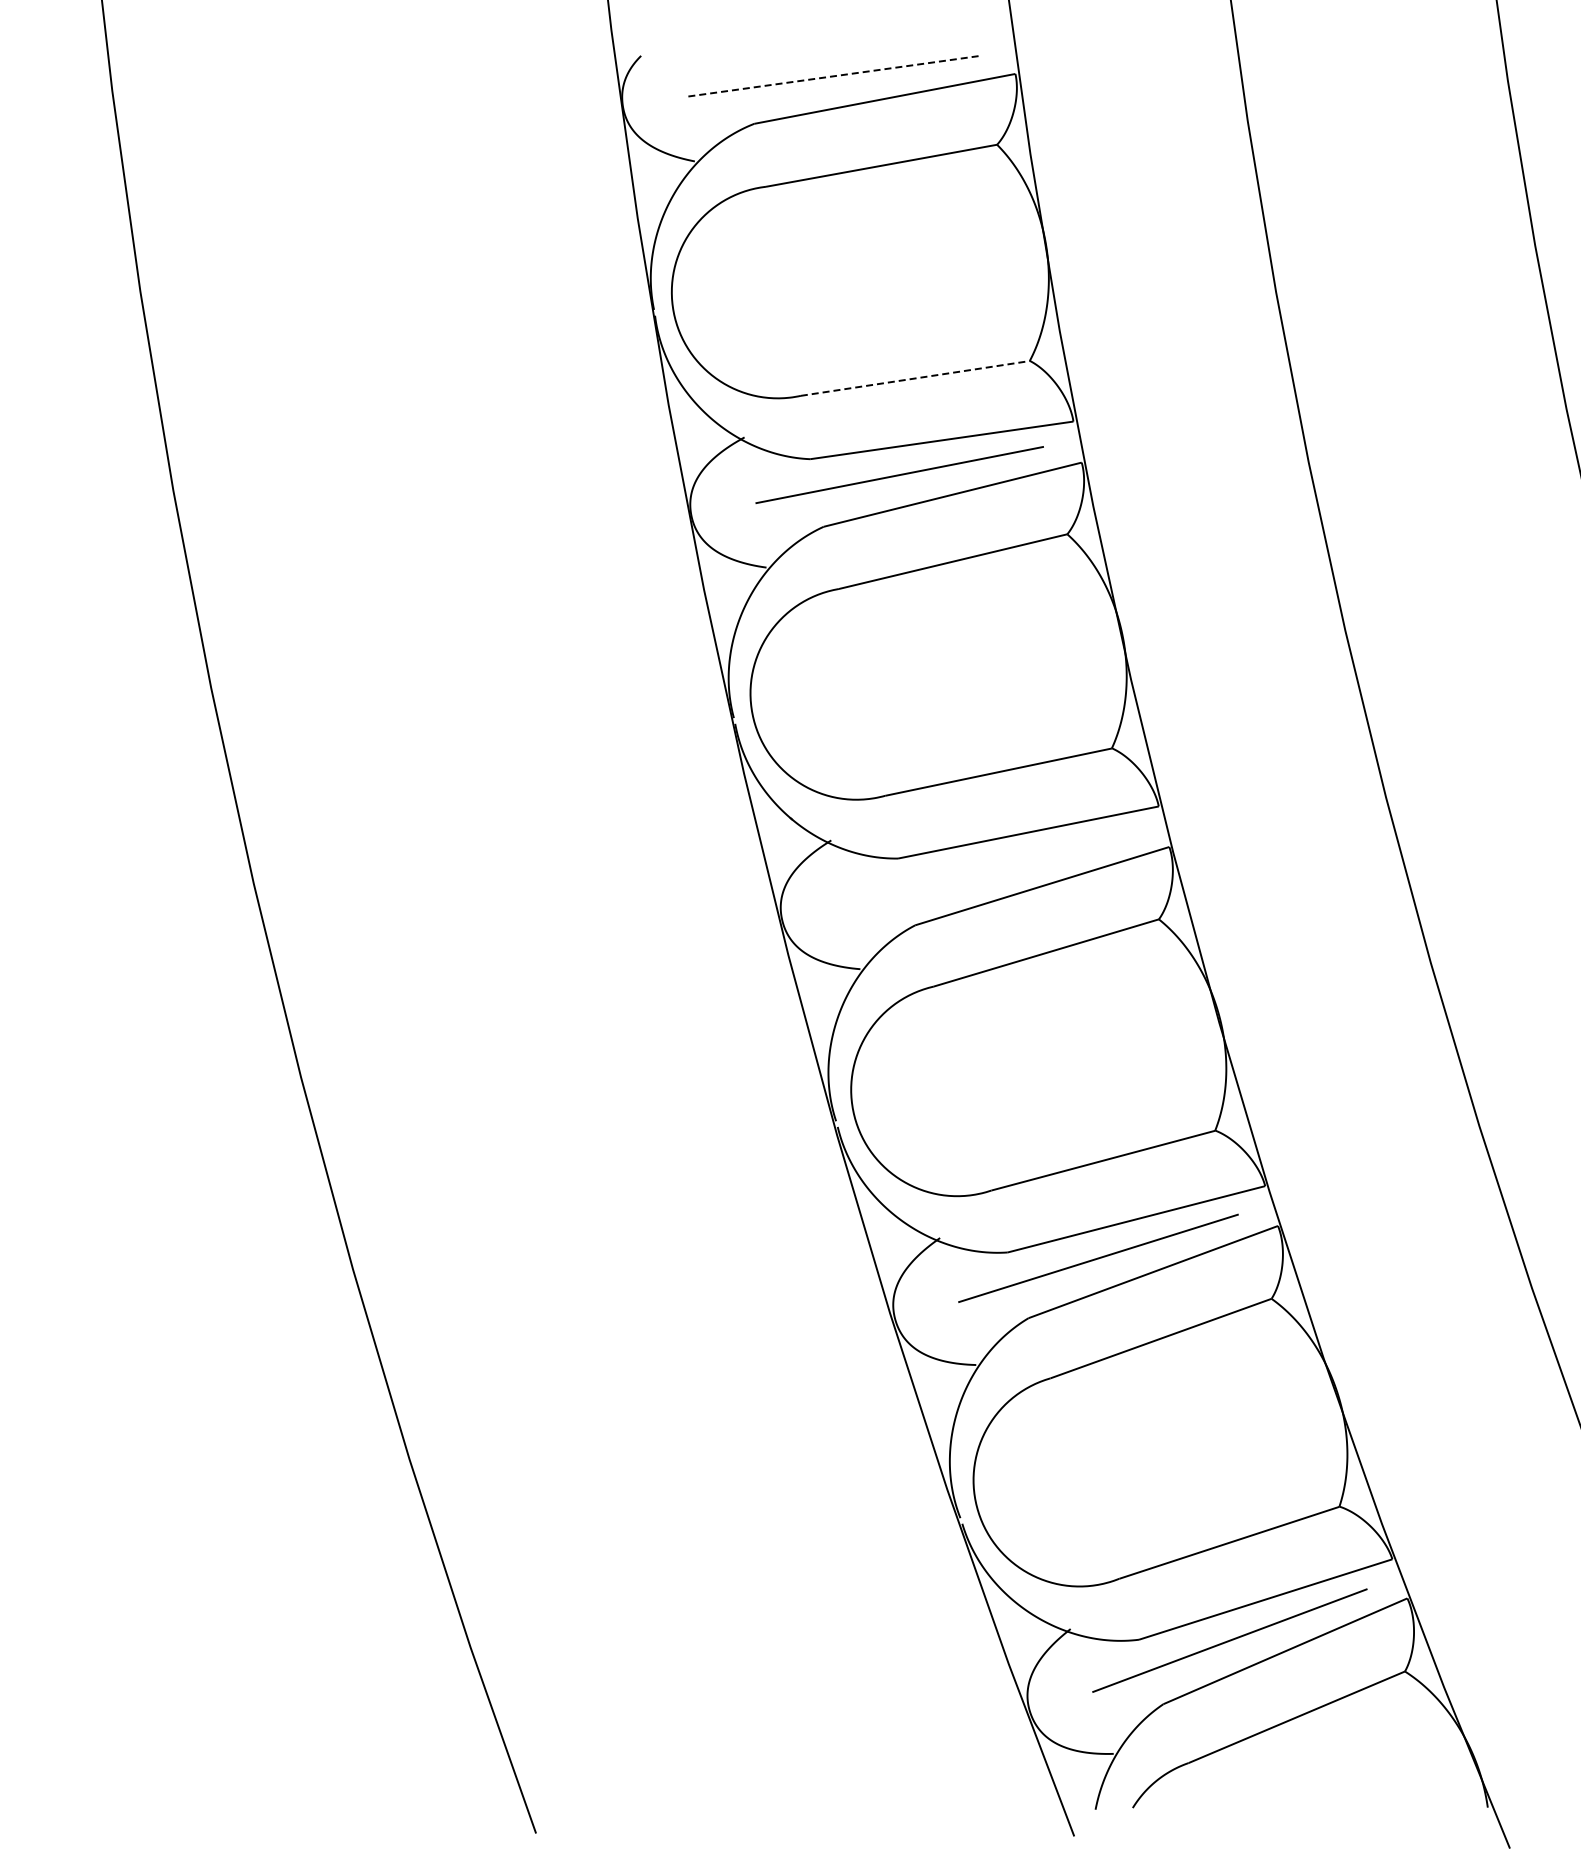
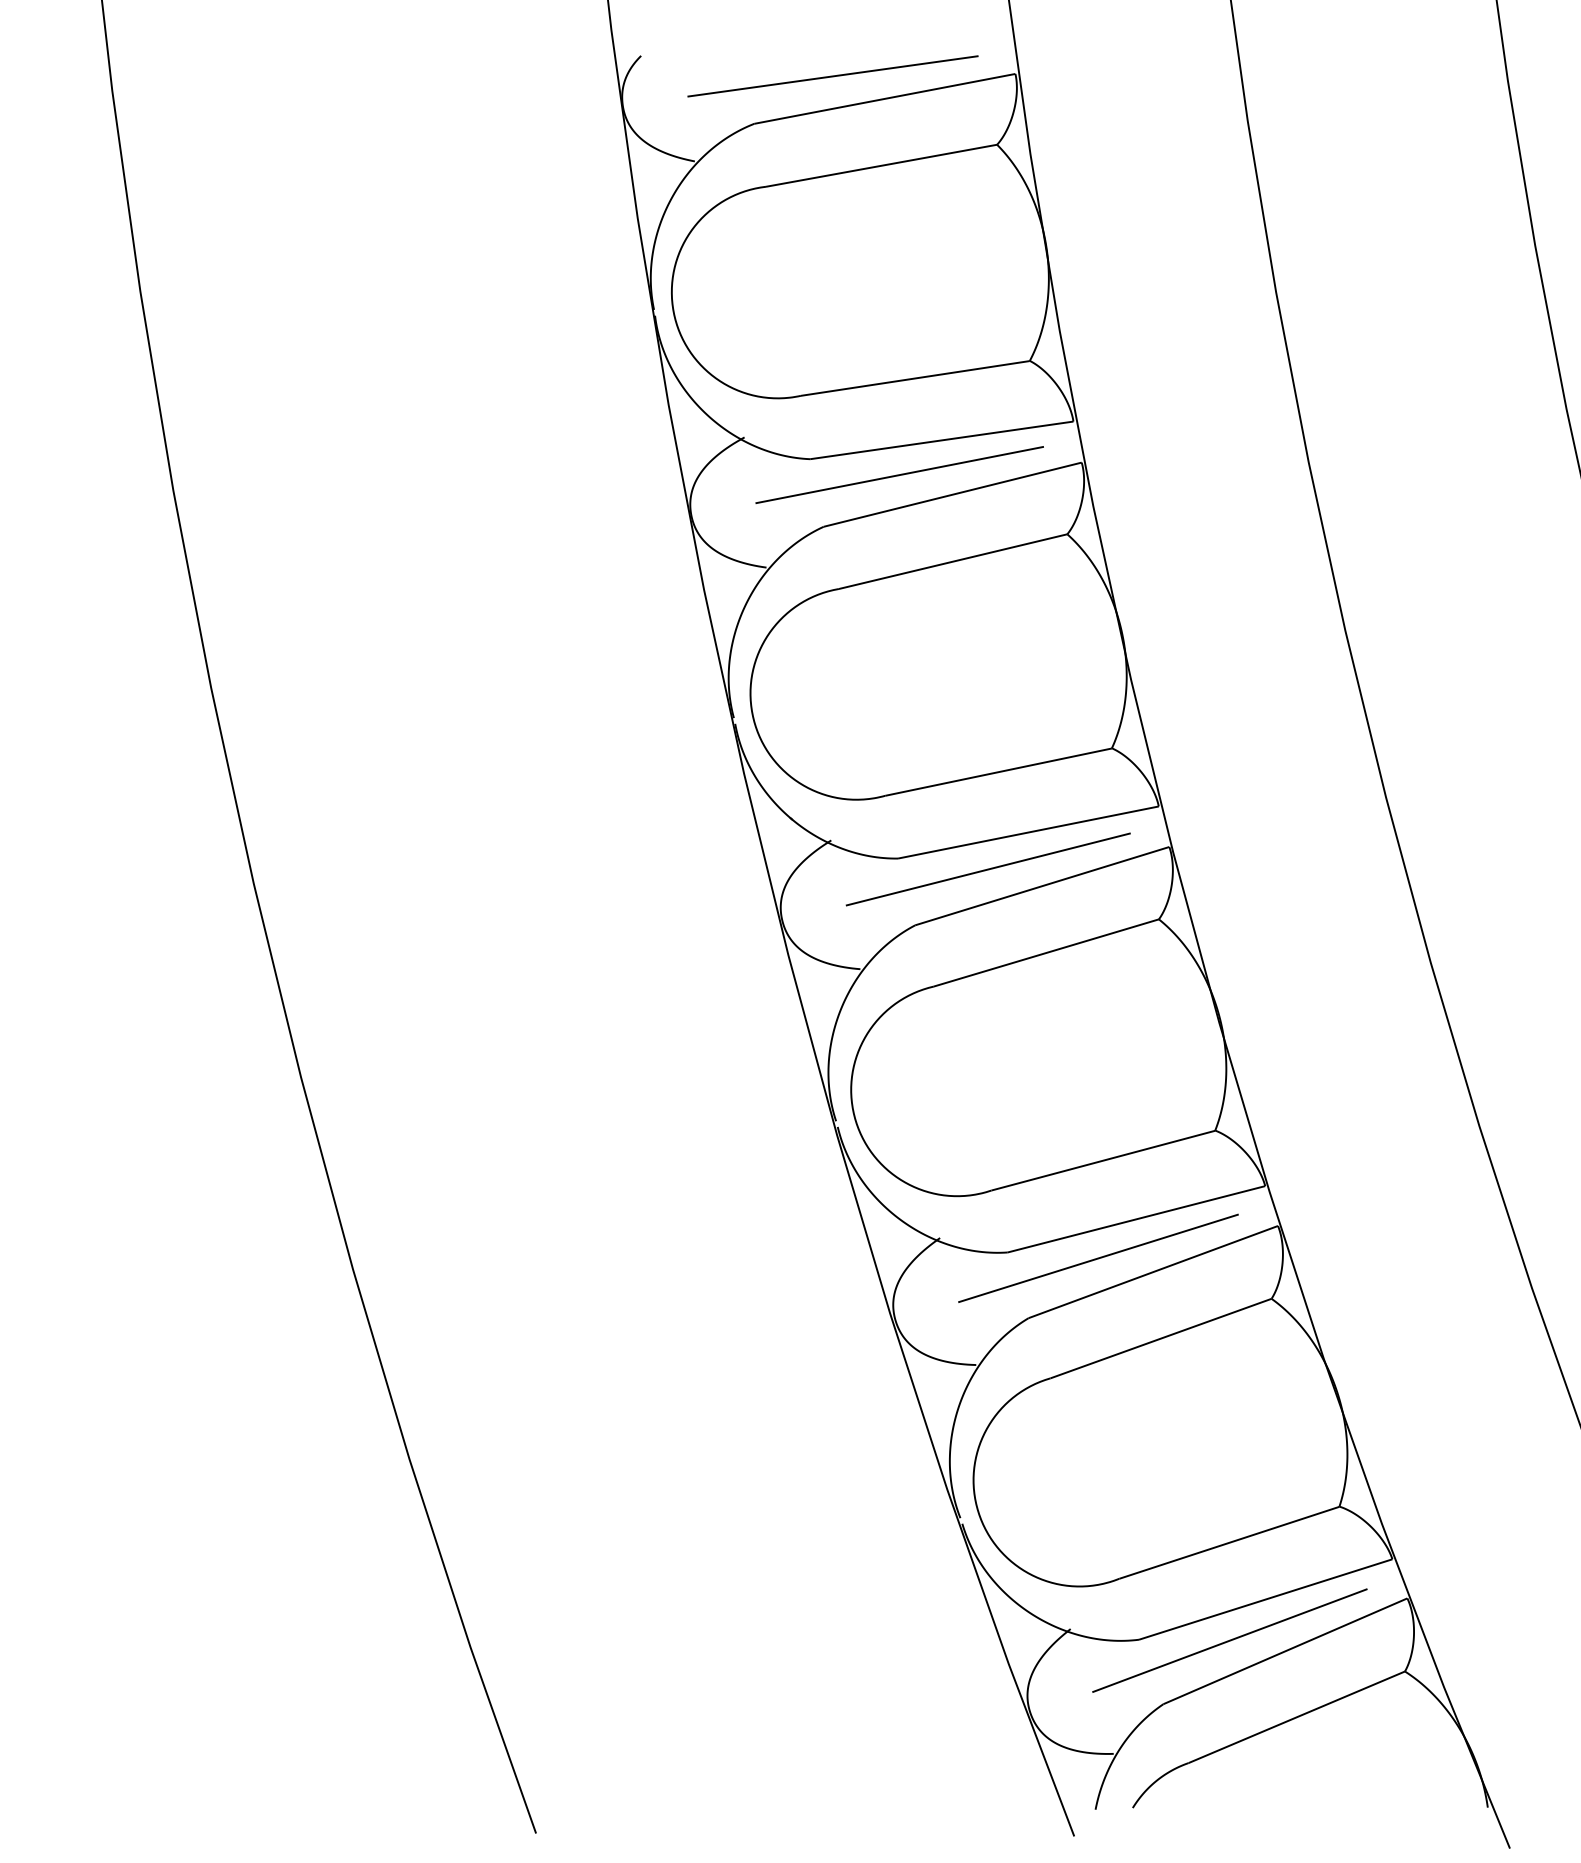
line at (833, 76): dashed -> solid
line at (915, 378): dashed -> solid
line at (987, 869): none -> present
